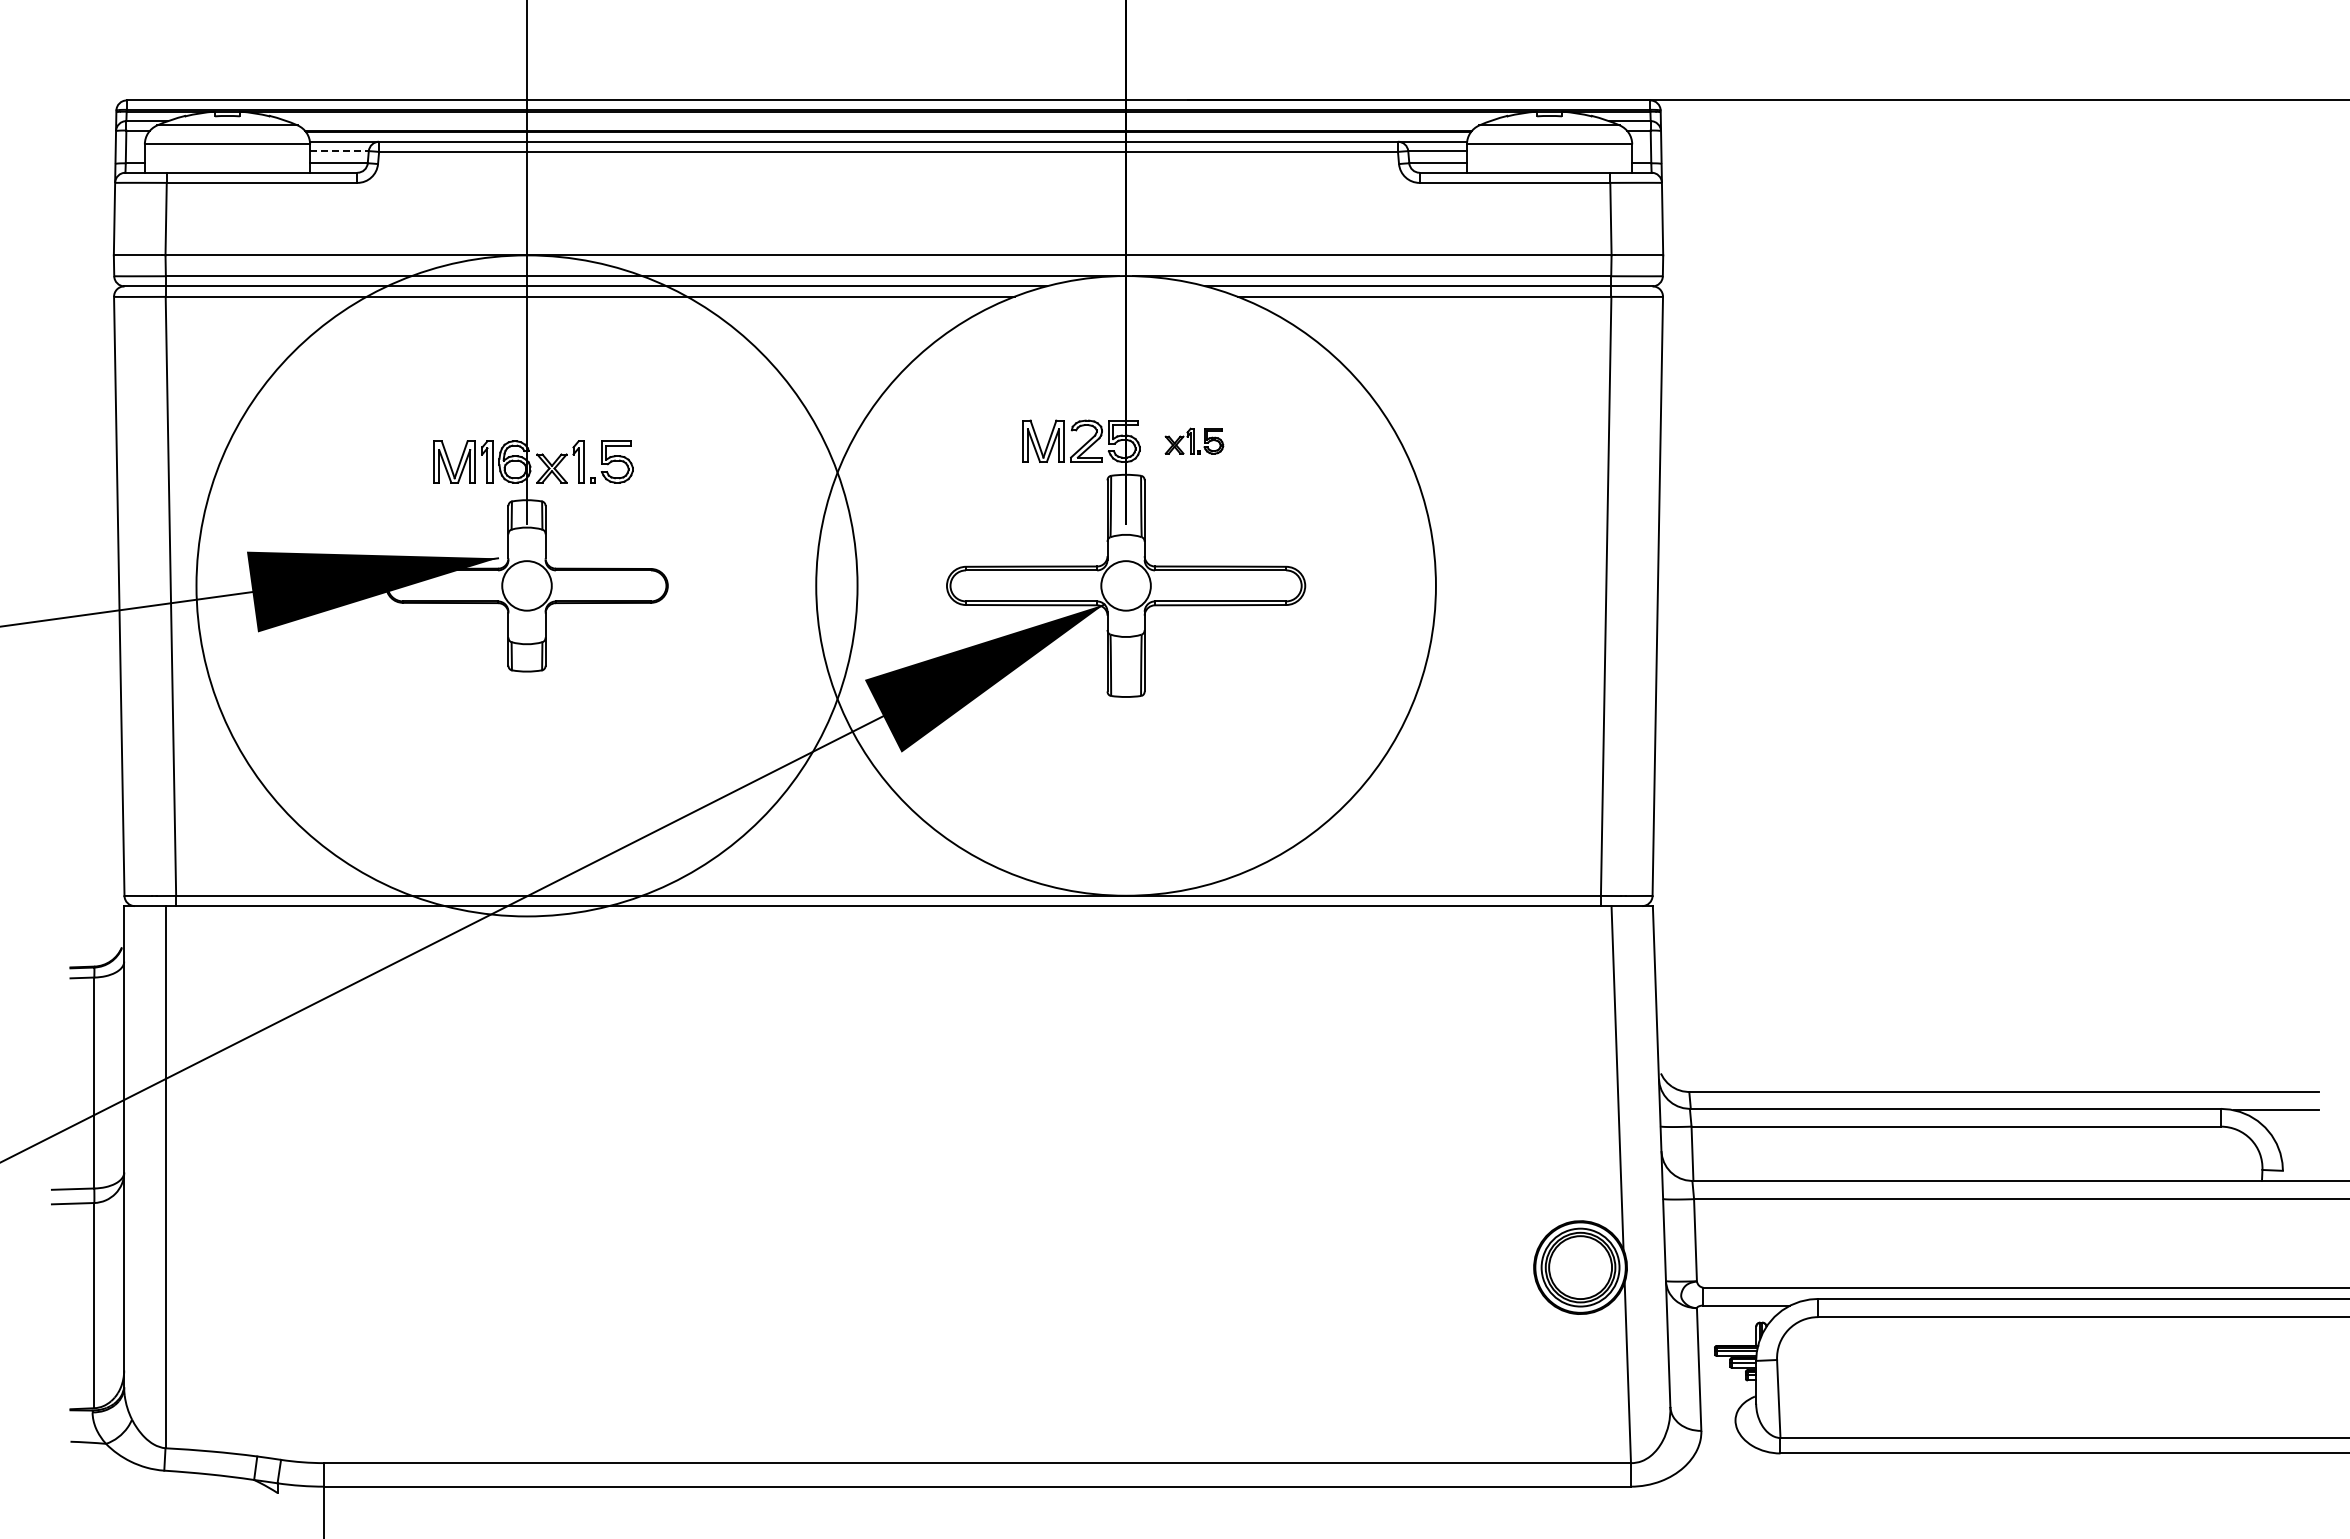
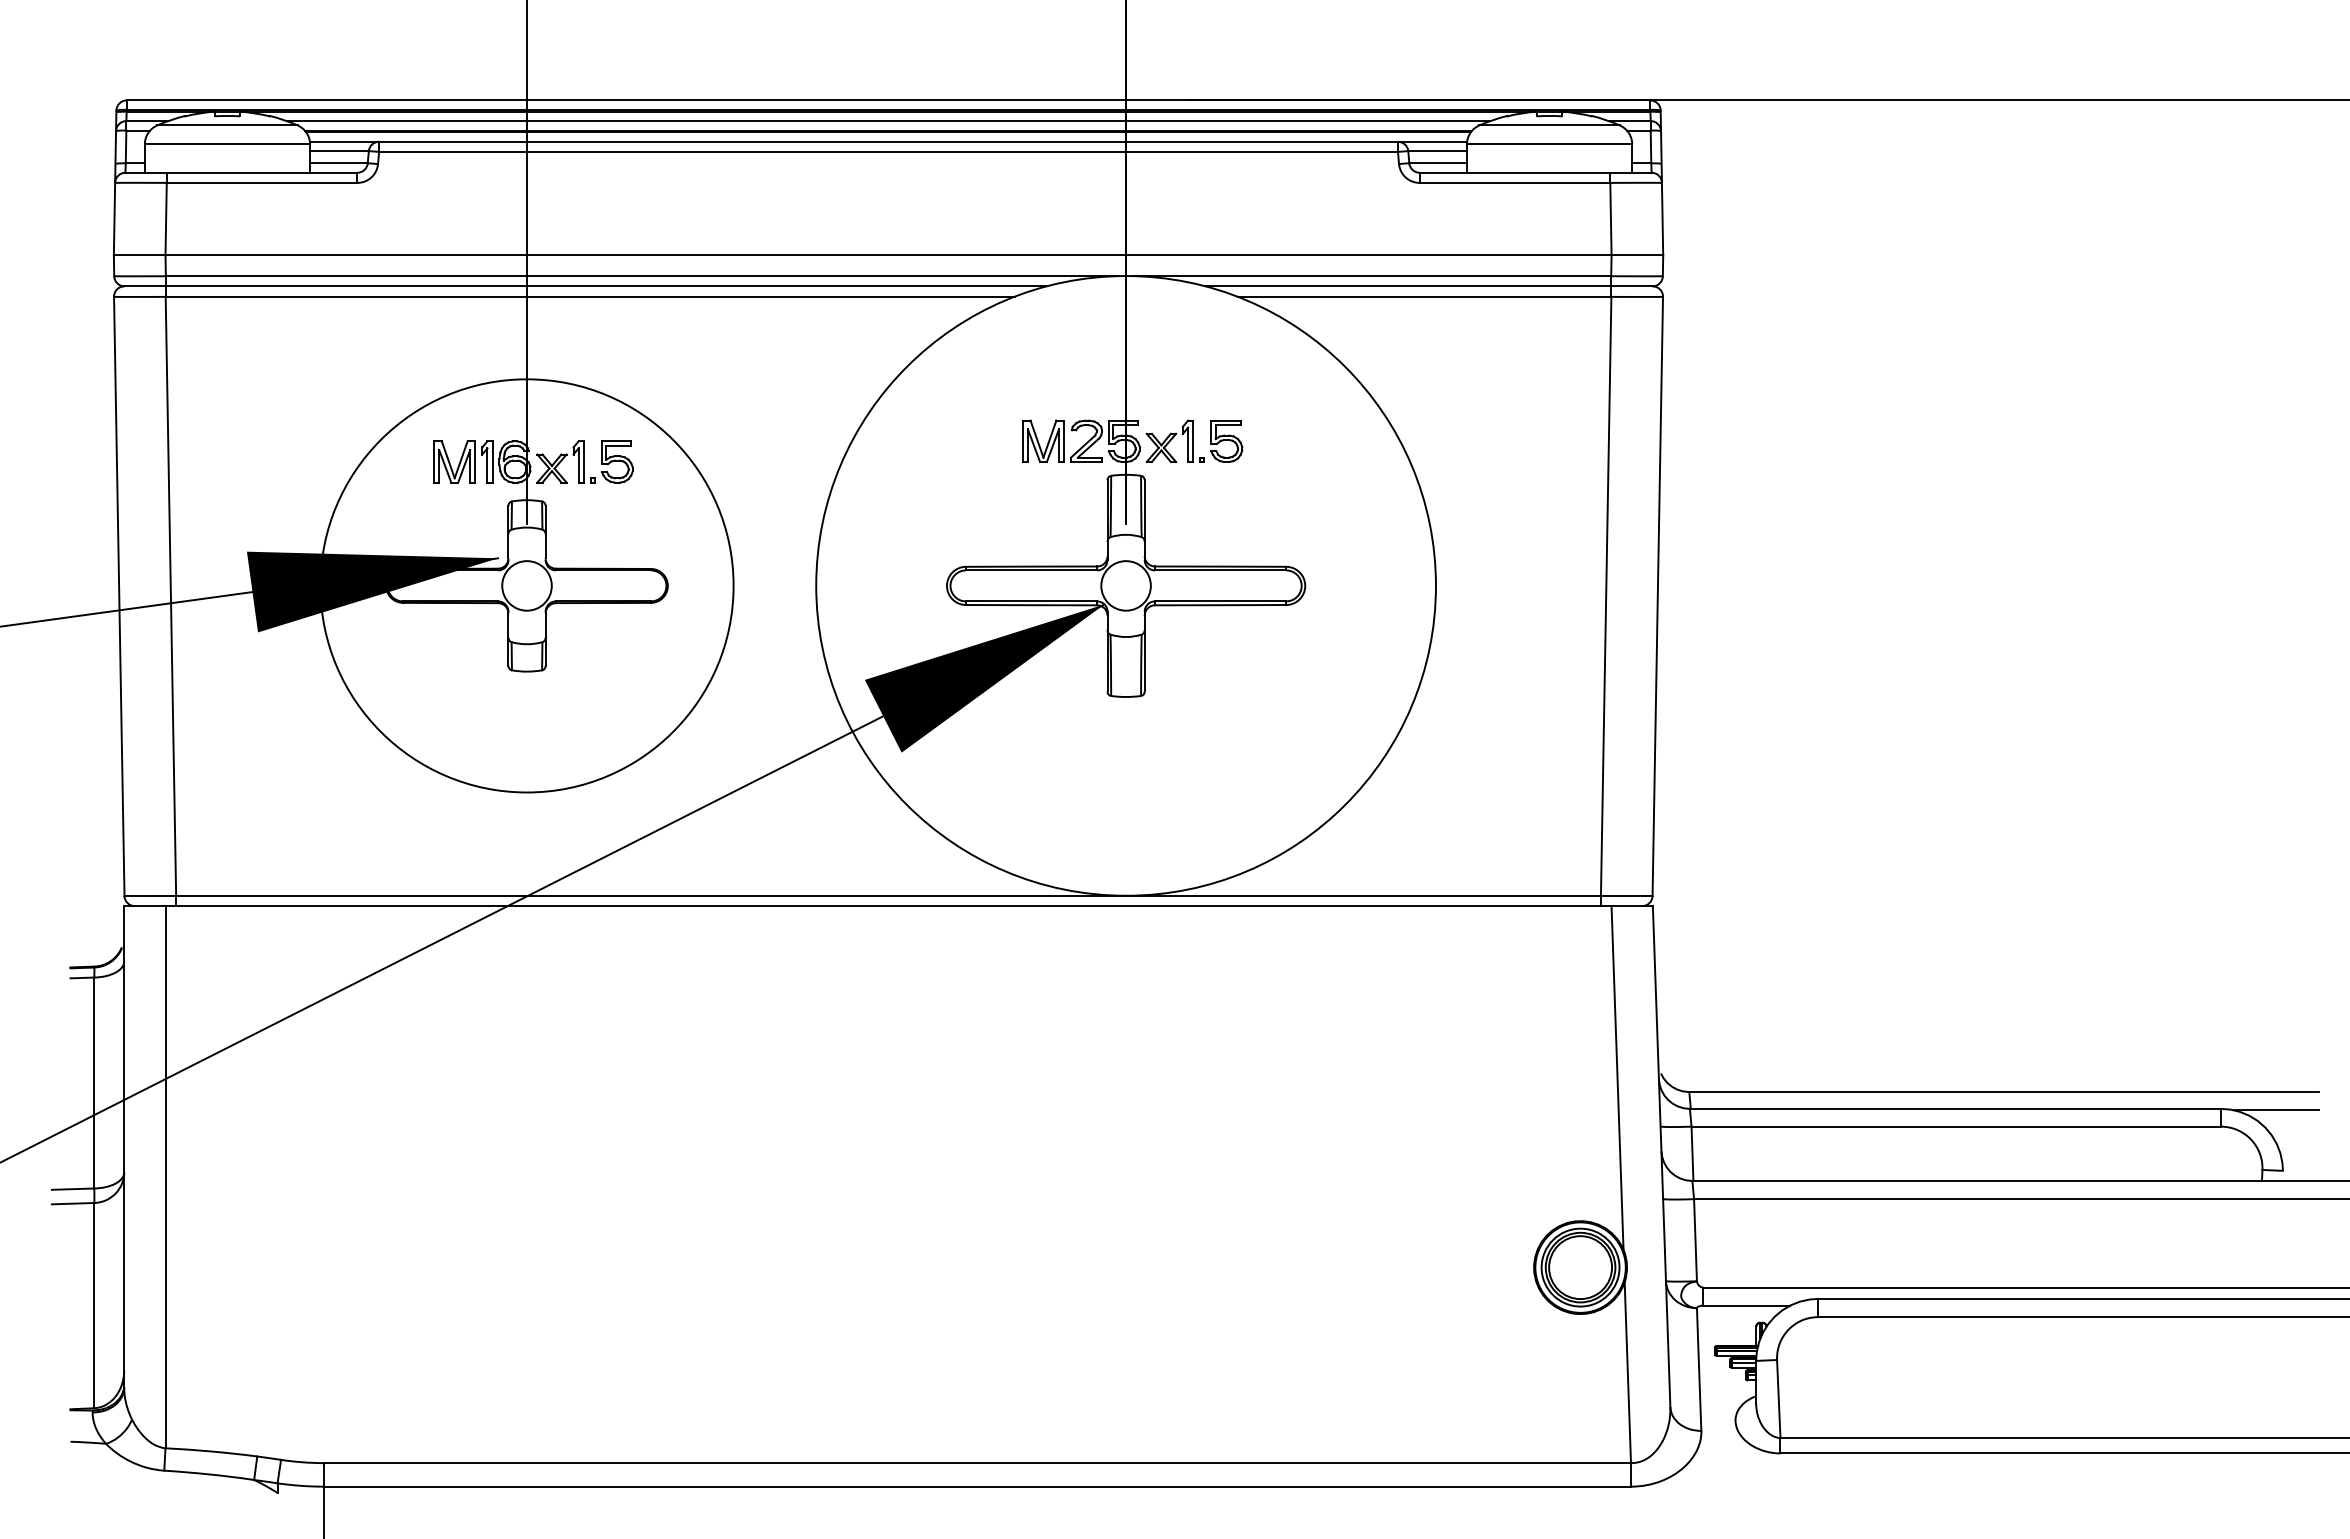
line at (888, 121): none -> present
line at (339, 151): dashed -> solid
part at (1194, 440) size: 61x28 px -> 99x44 px
circle at (526, 585) diameter: 661 px -> 413 px
